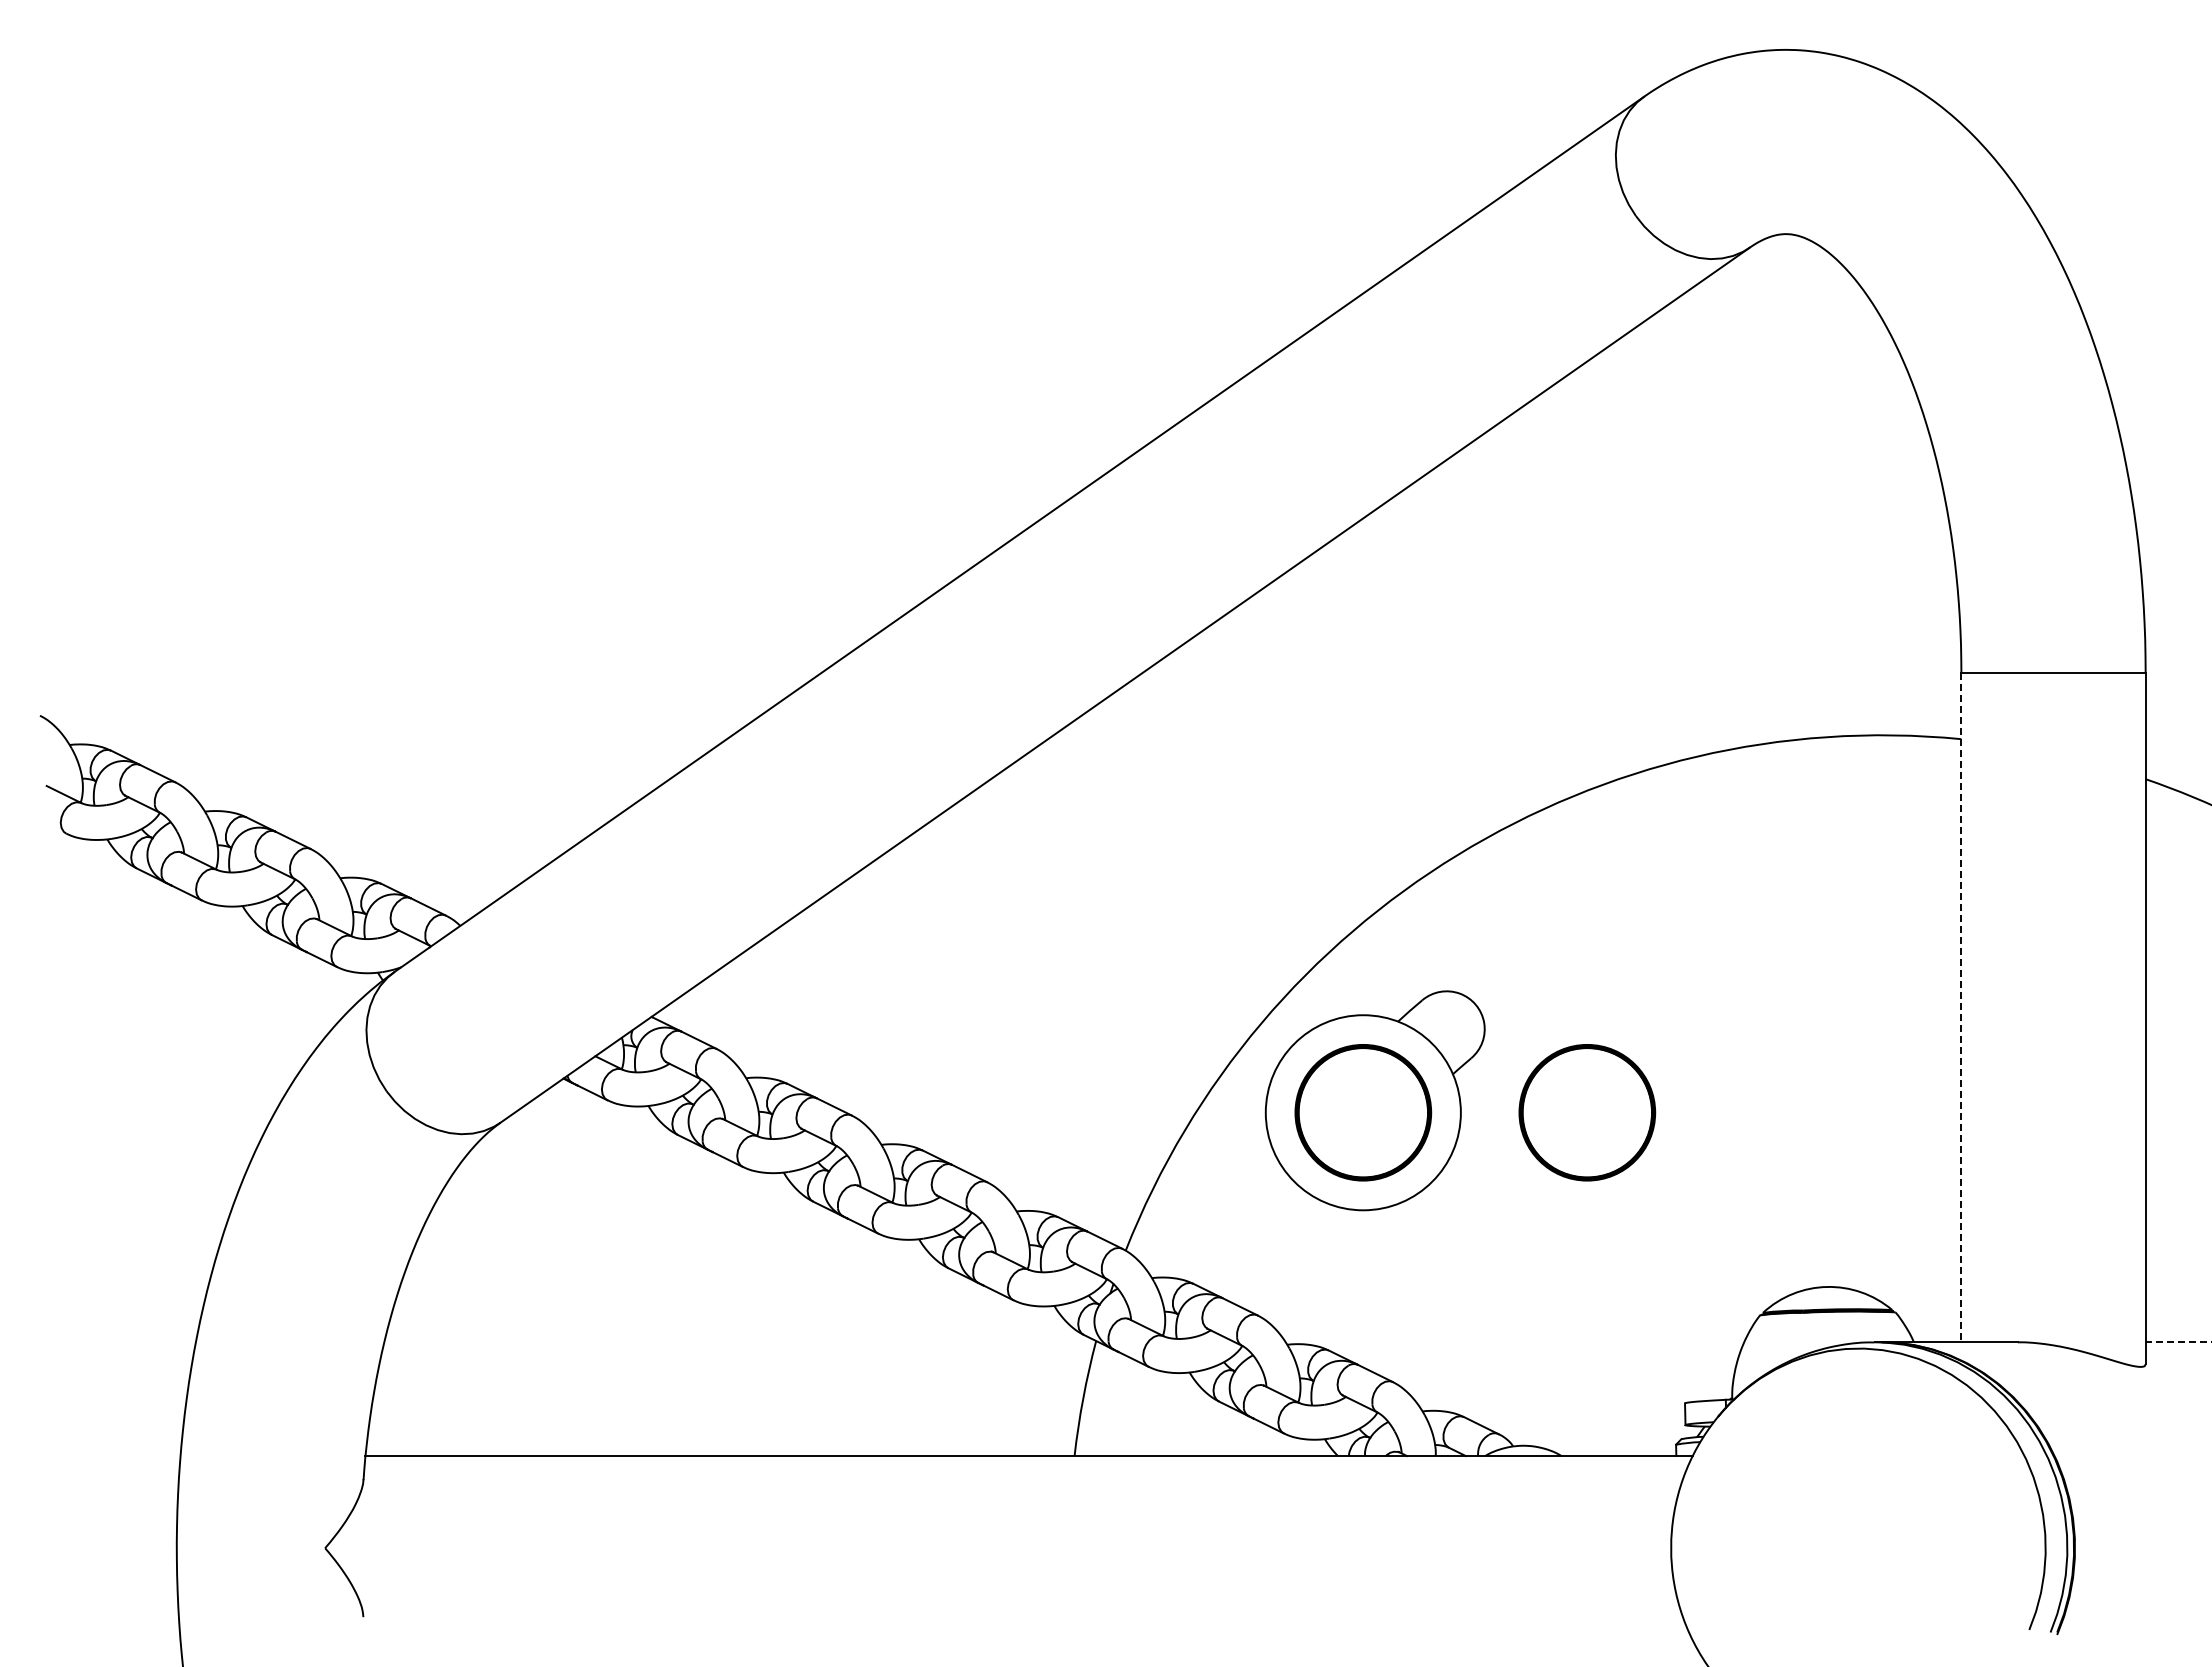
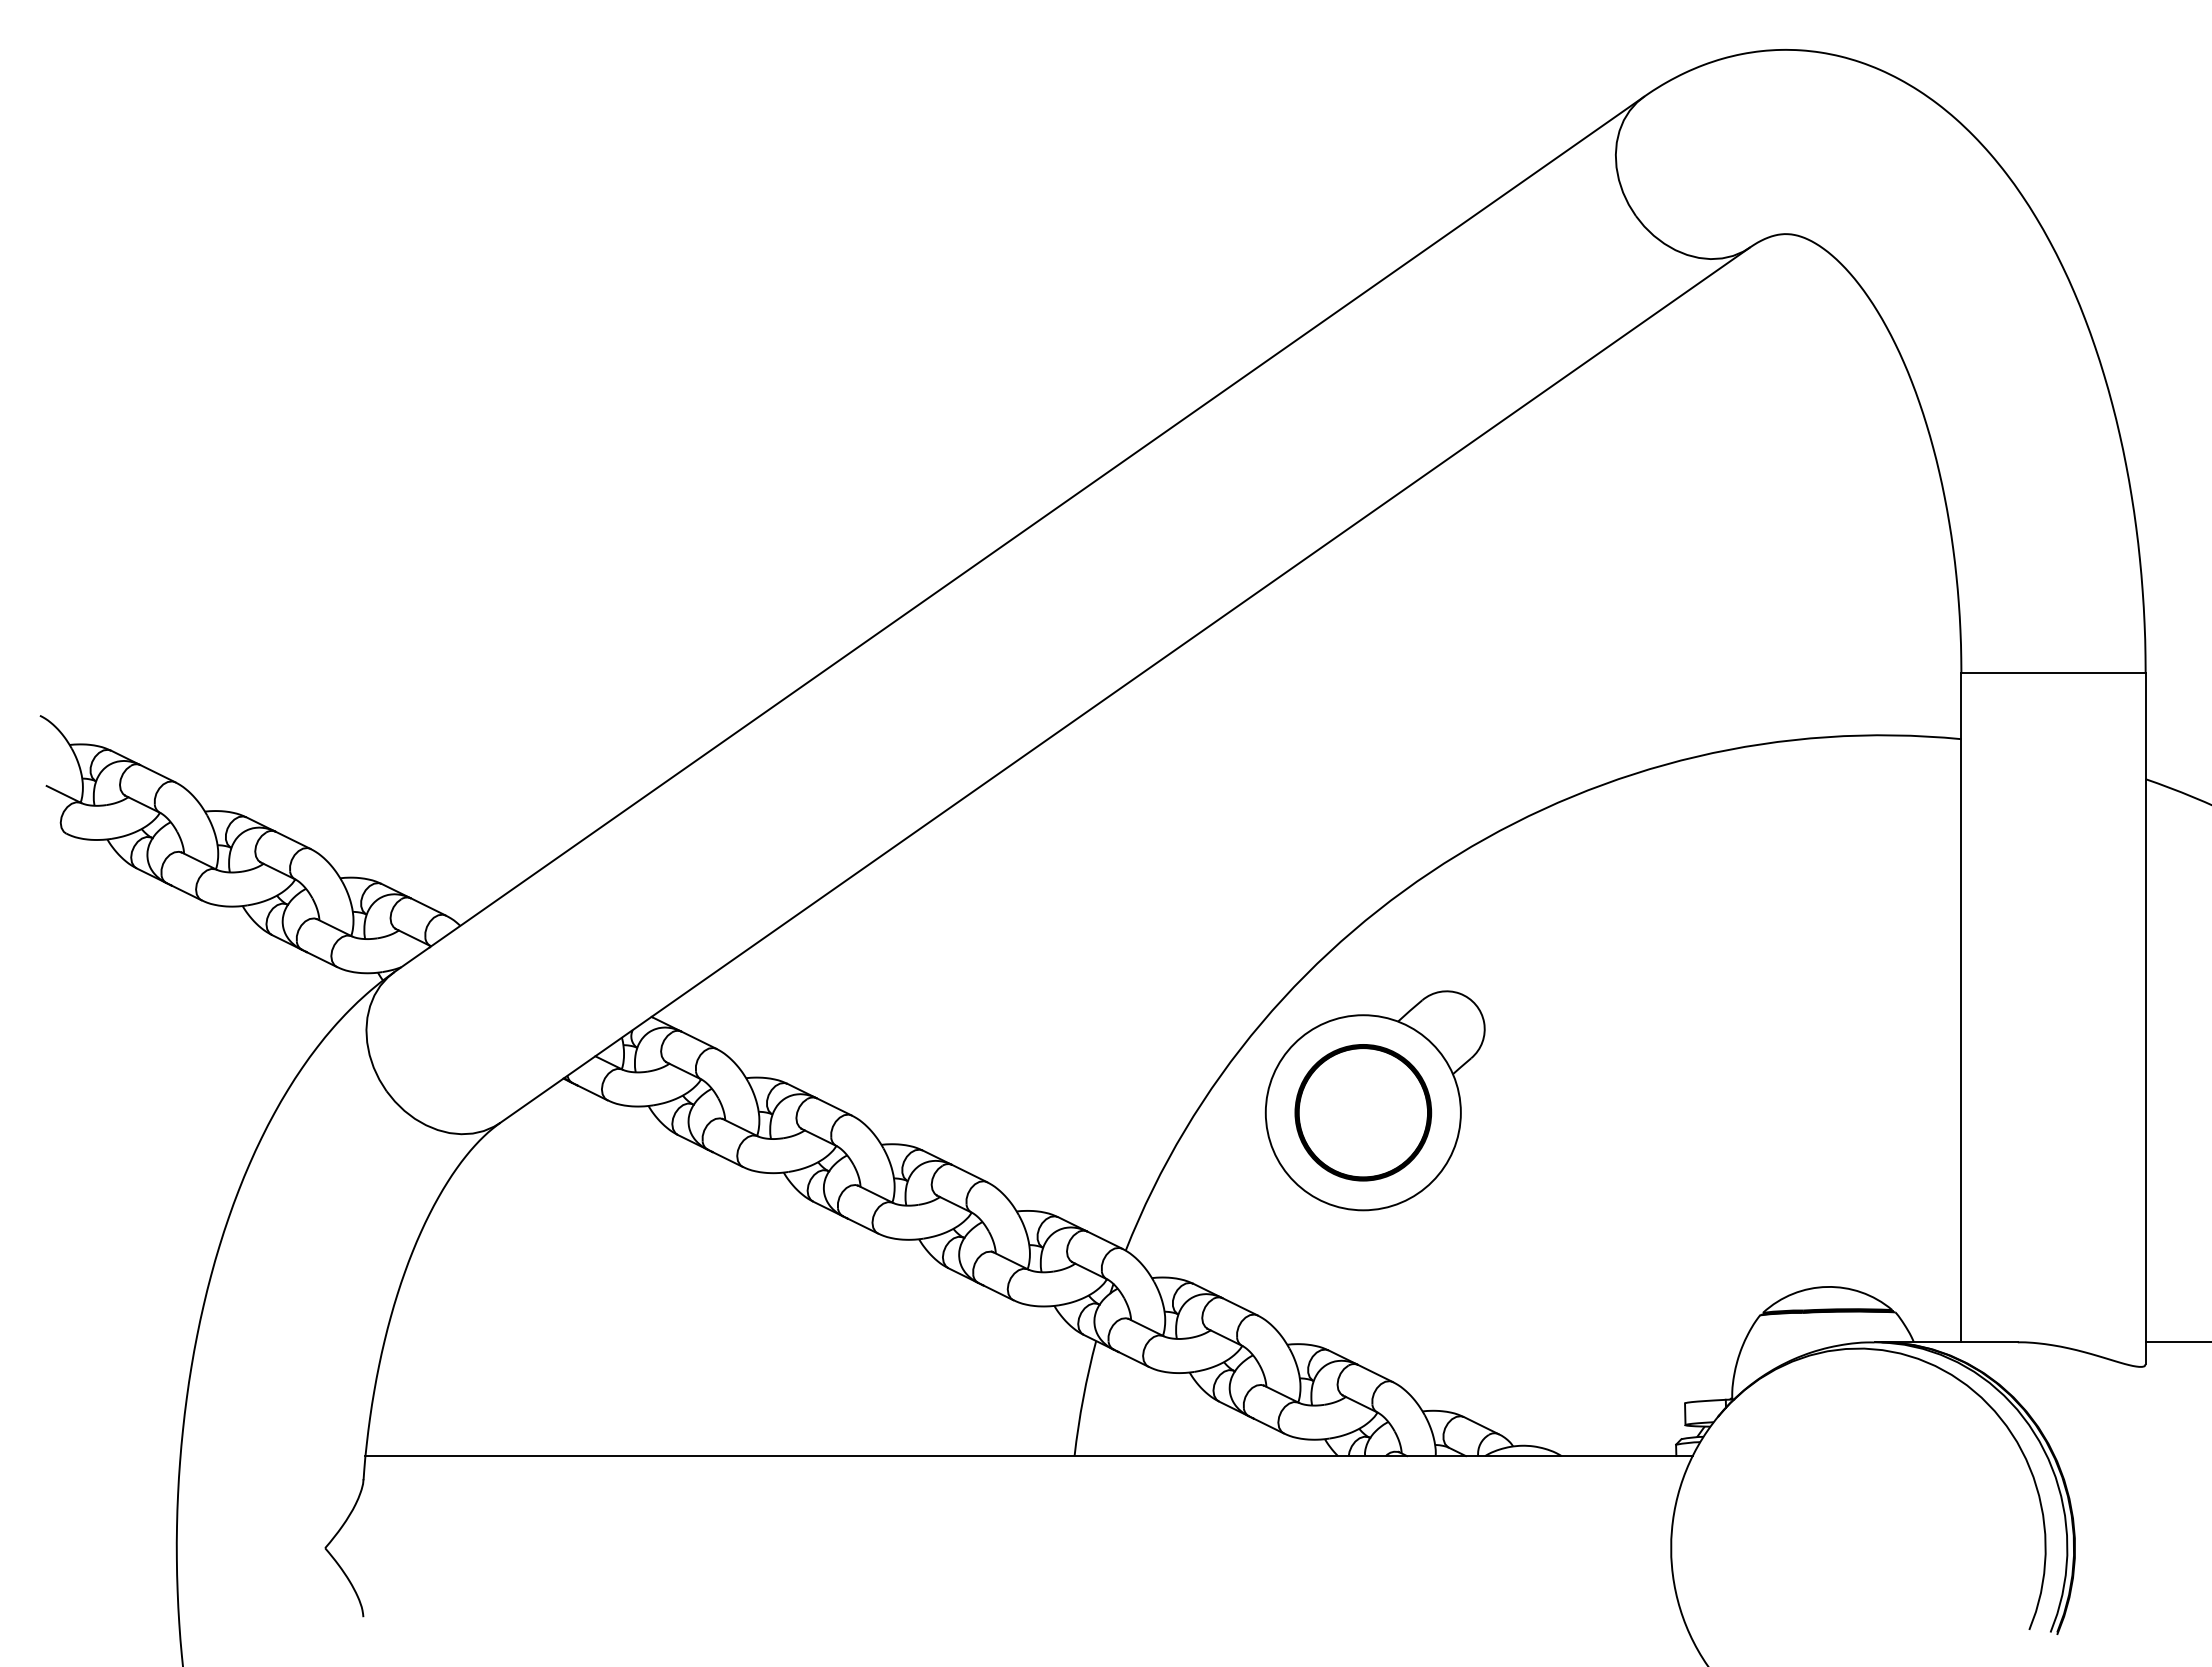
line at (1961, 1007): dashed -> solid
part at (1587, 1112): present -> none
line at (2178, 1342): dashed -> solid
